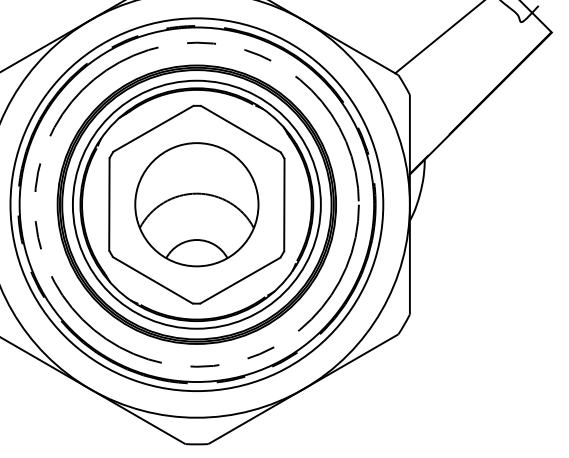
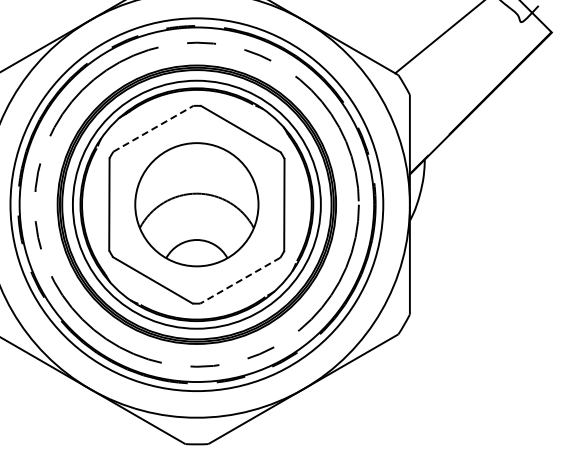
line at (153, 128): solid -> dashed
line at (239, 280): solid -> dashed
